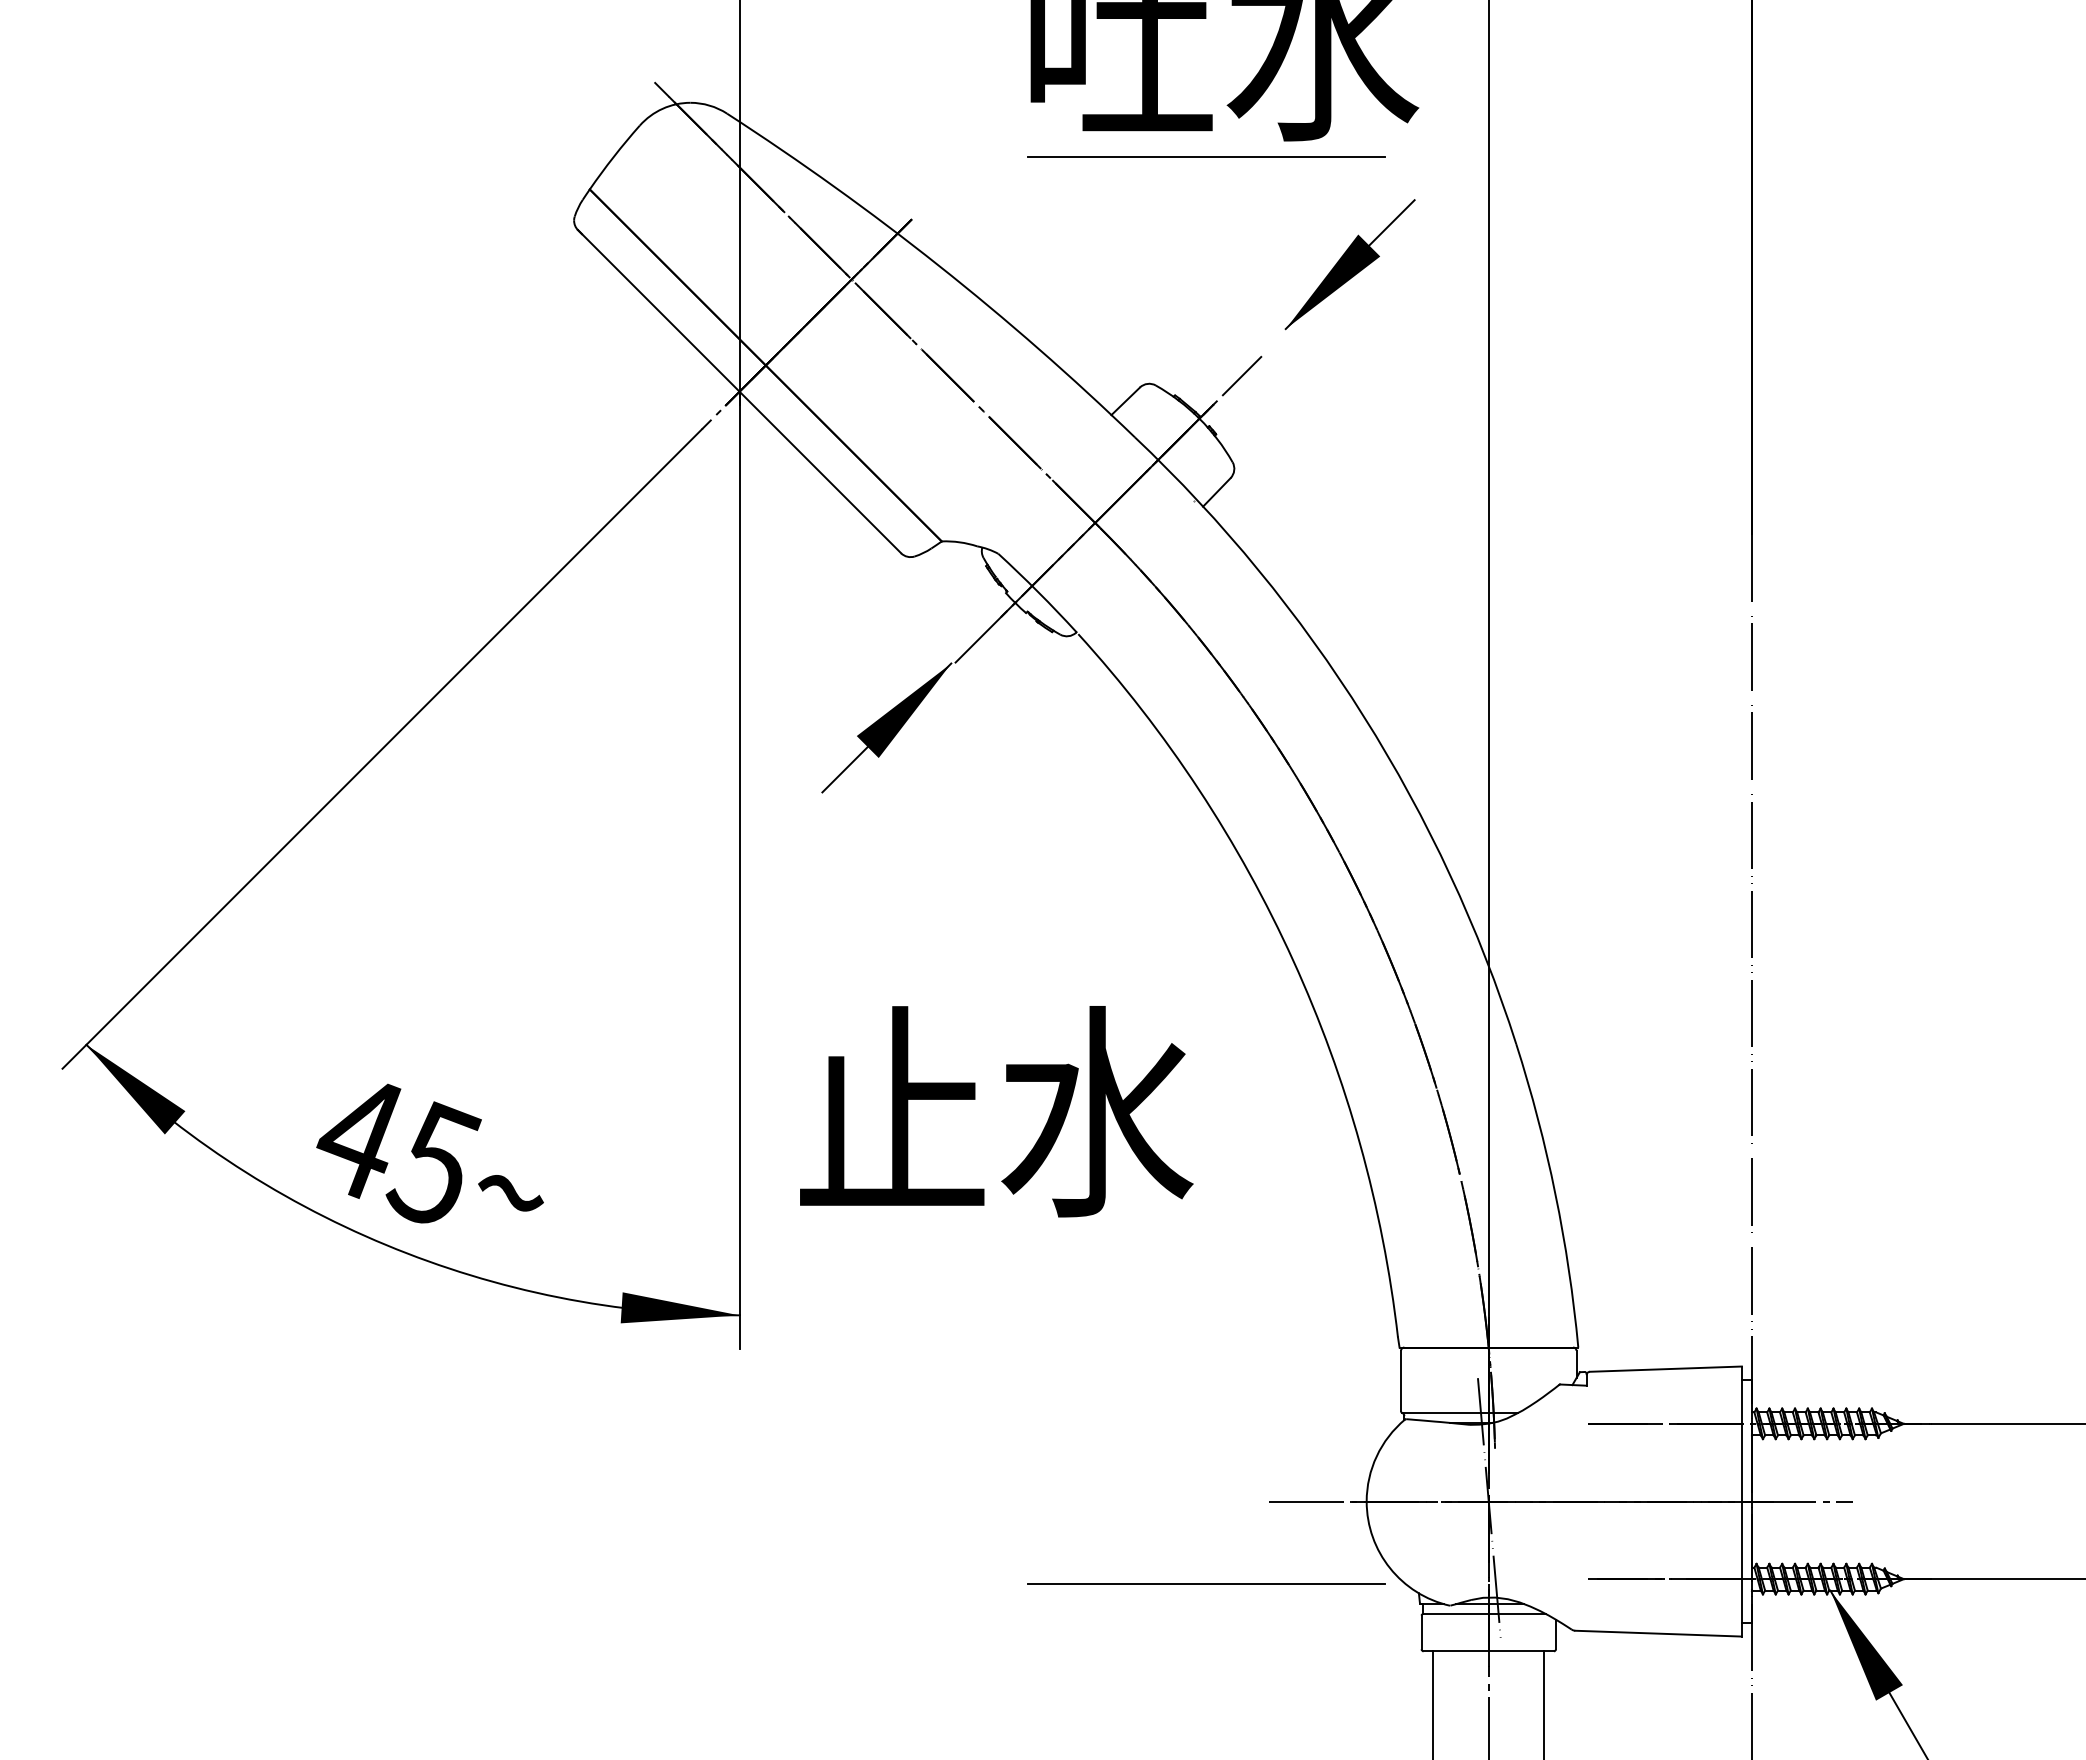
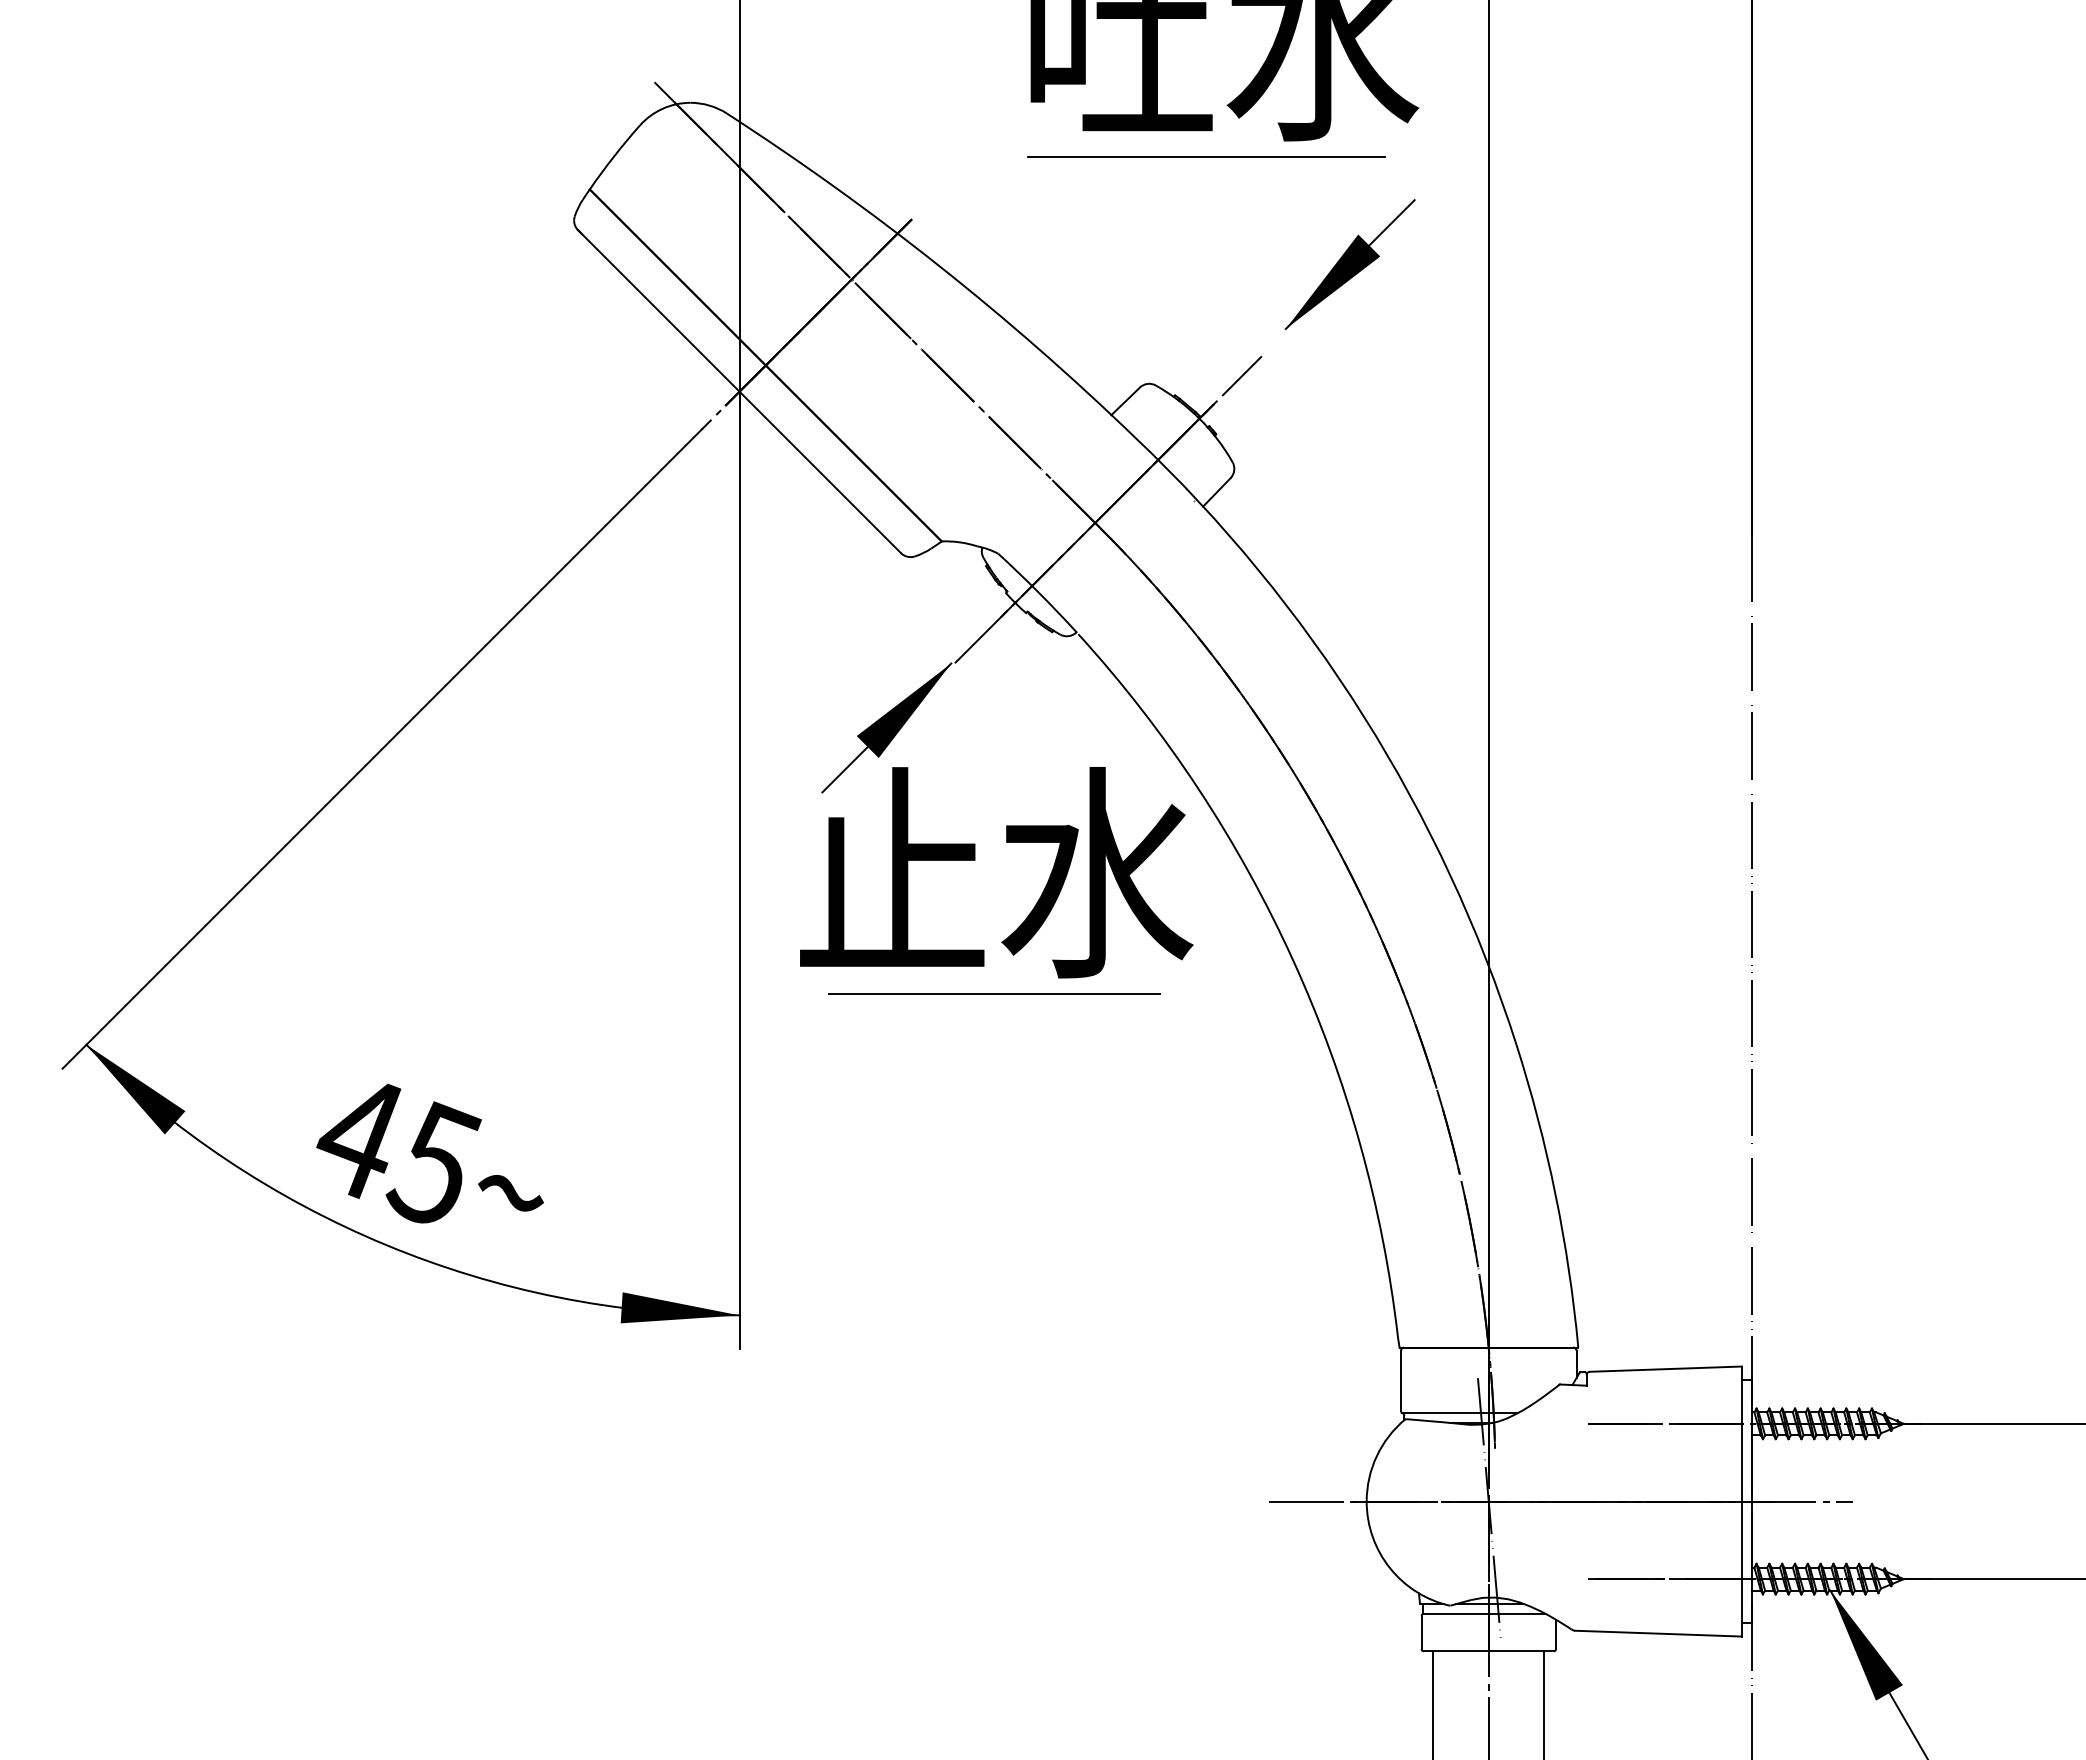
line at (994, 993): none -> present
text at (996, 1111) position: (996, 1111) -> (996, 872)
line at (1206, 1583): present -> none
